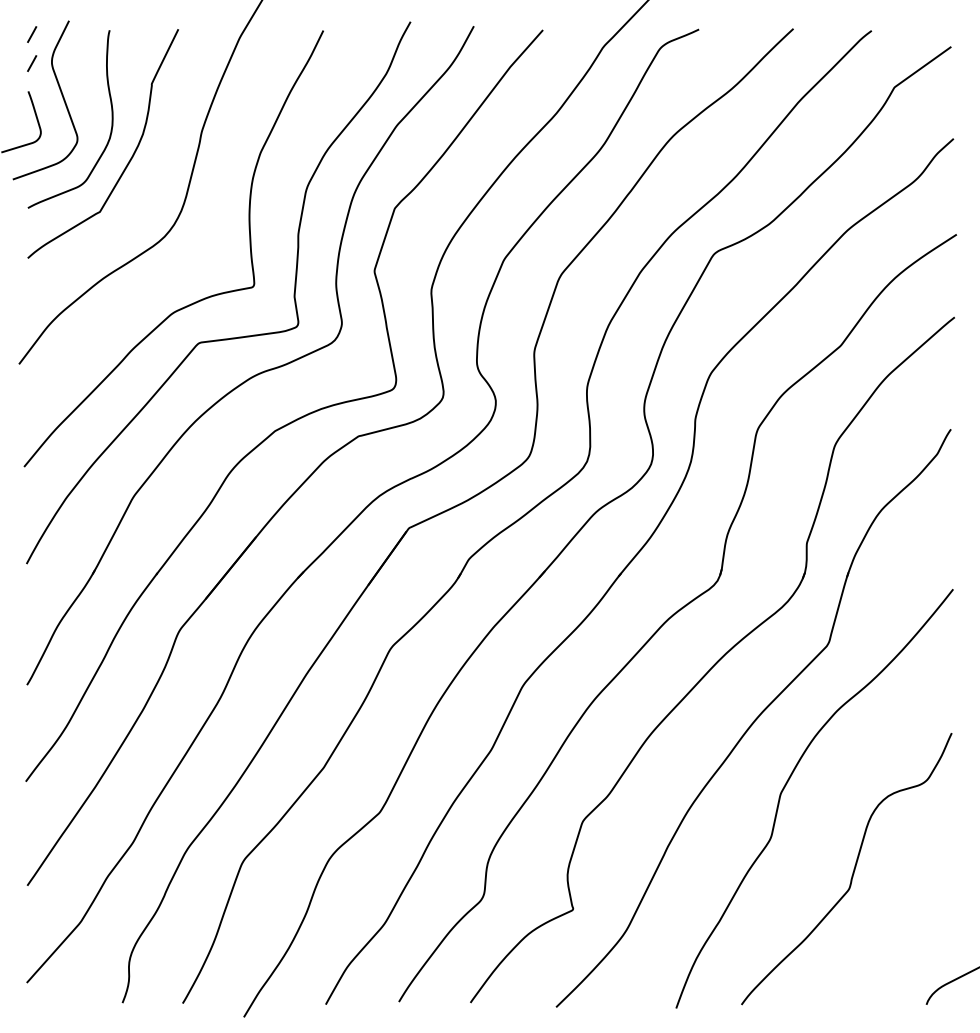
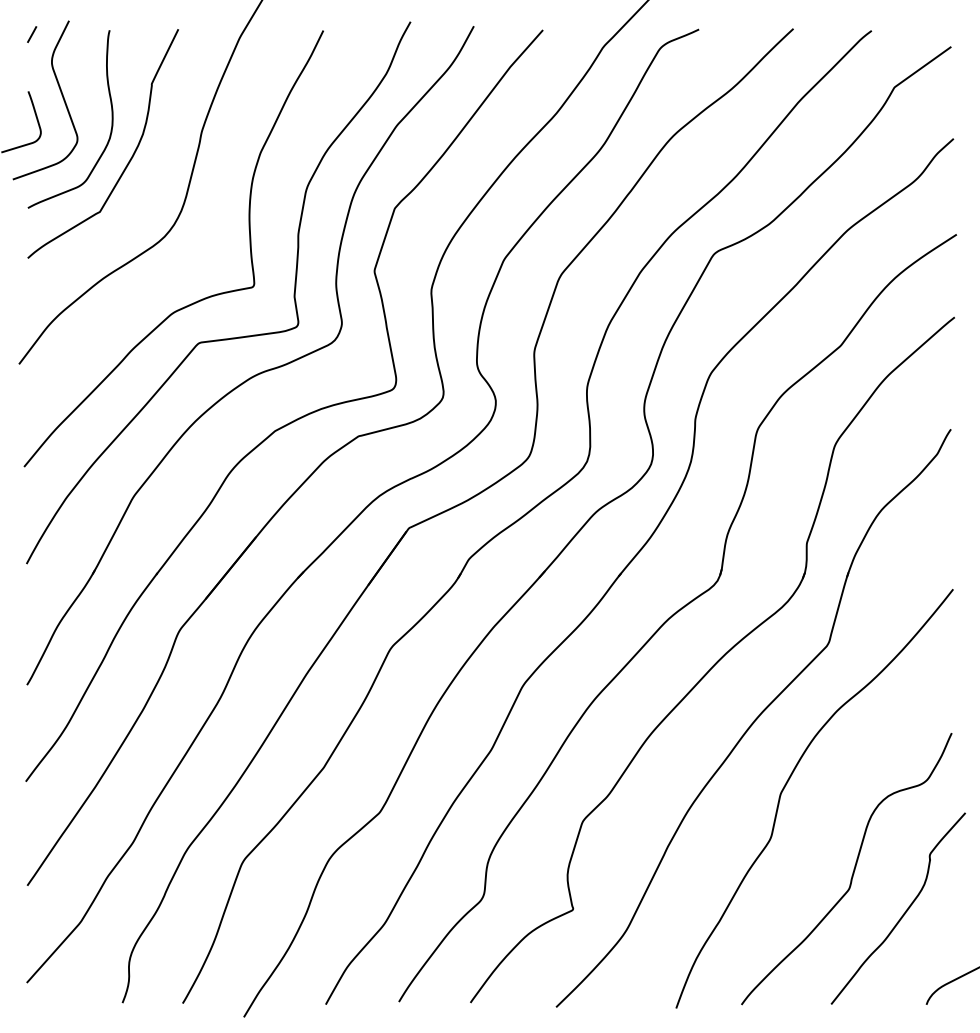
line at (32, 63): present -> none
curve at (903, 913): none -> present
